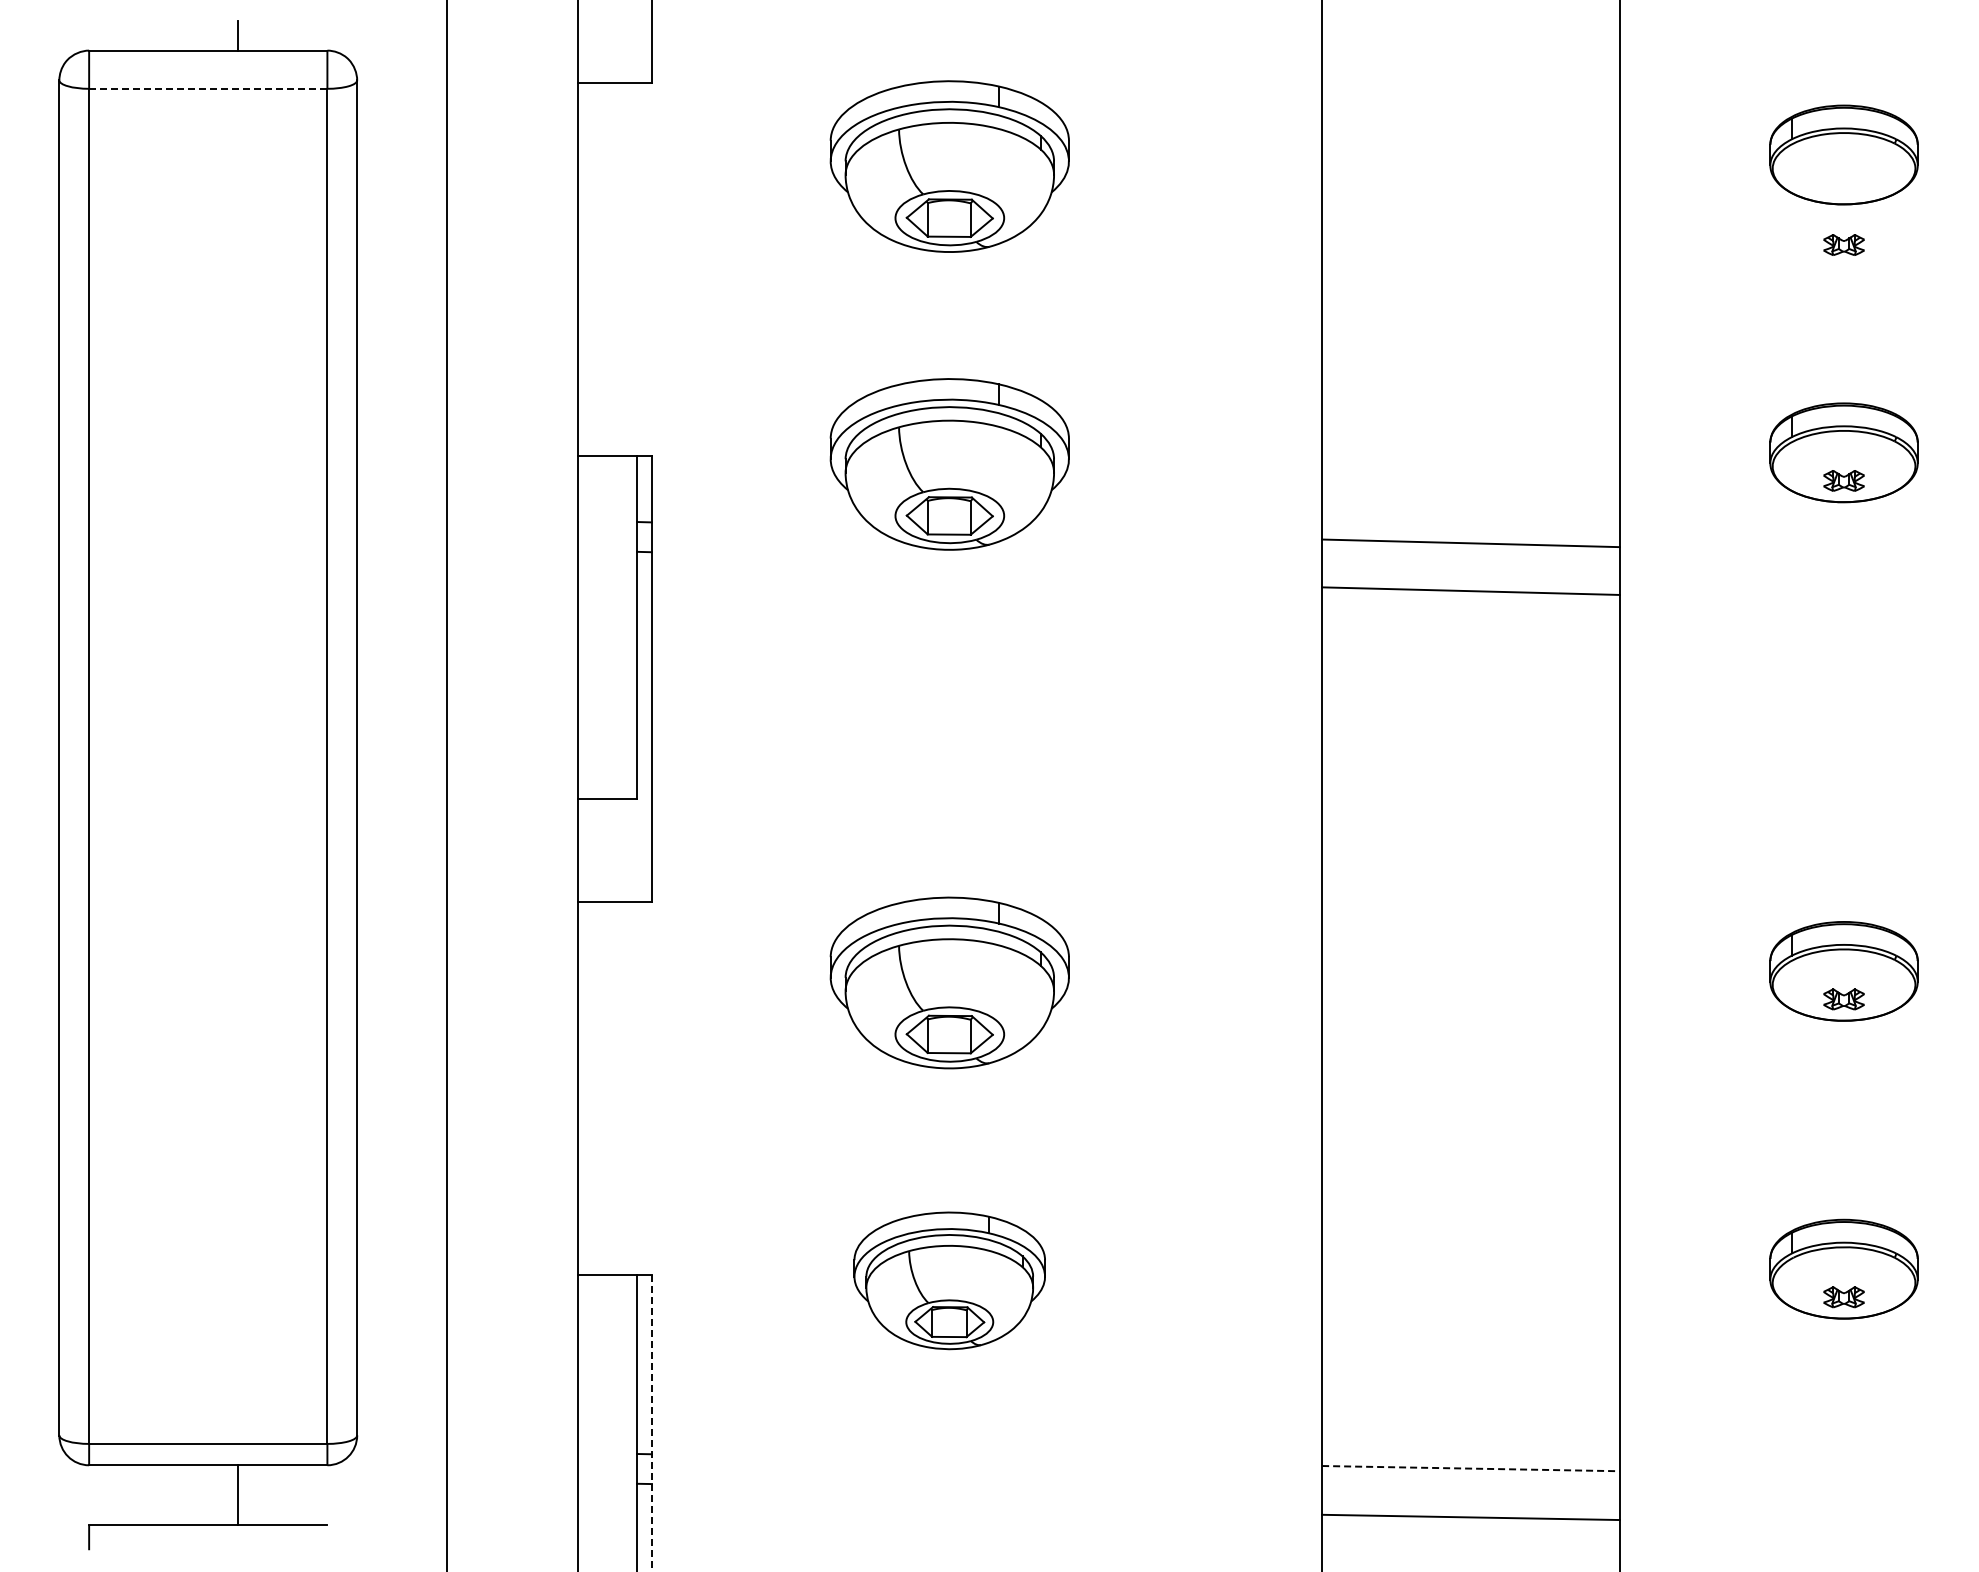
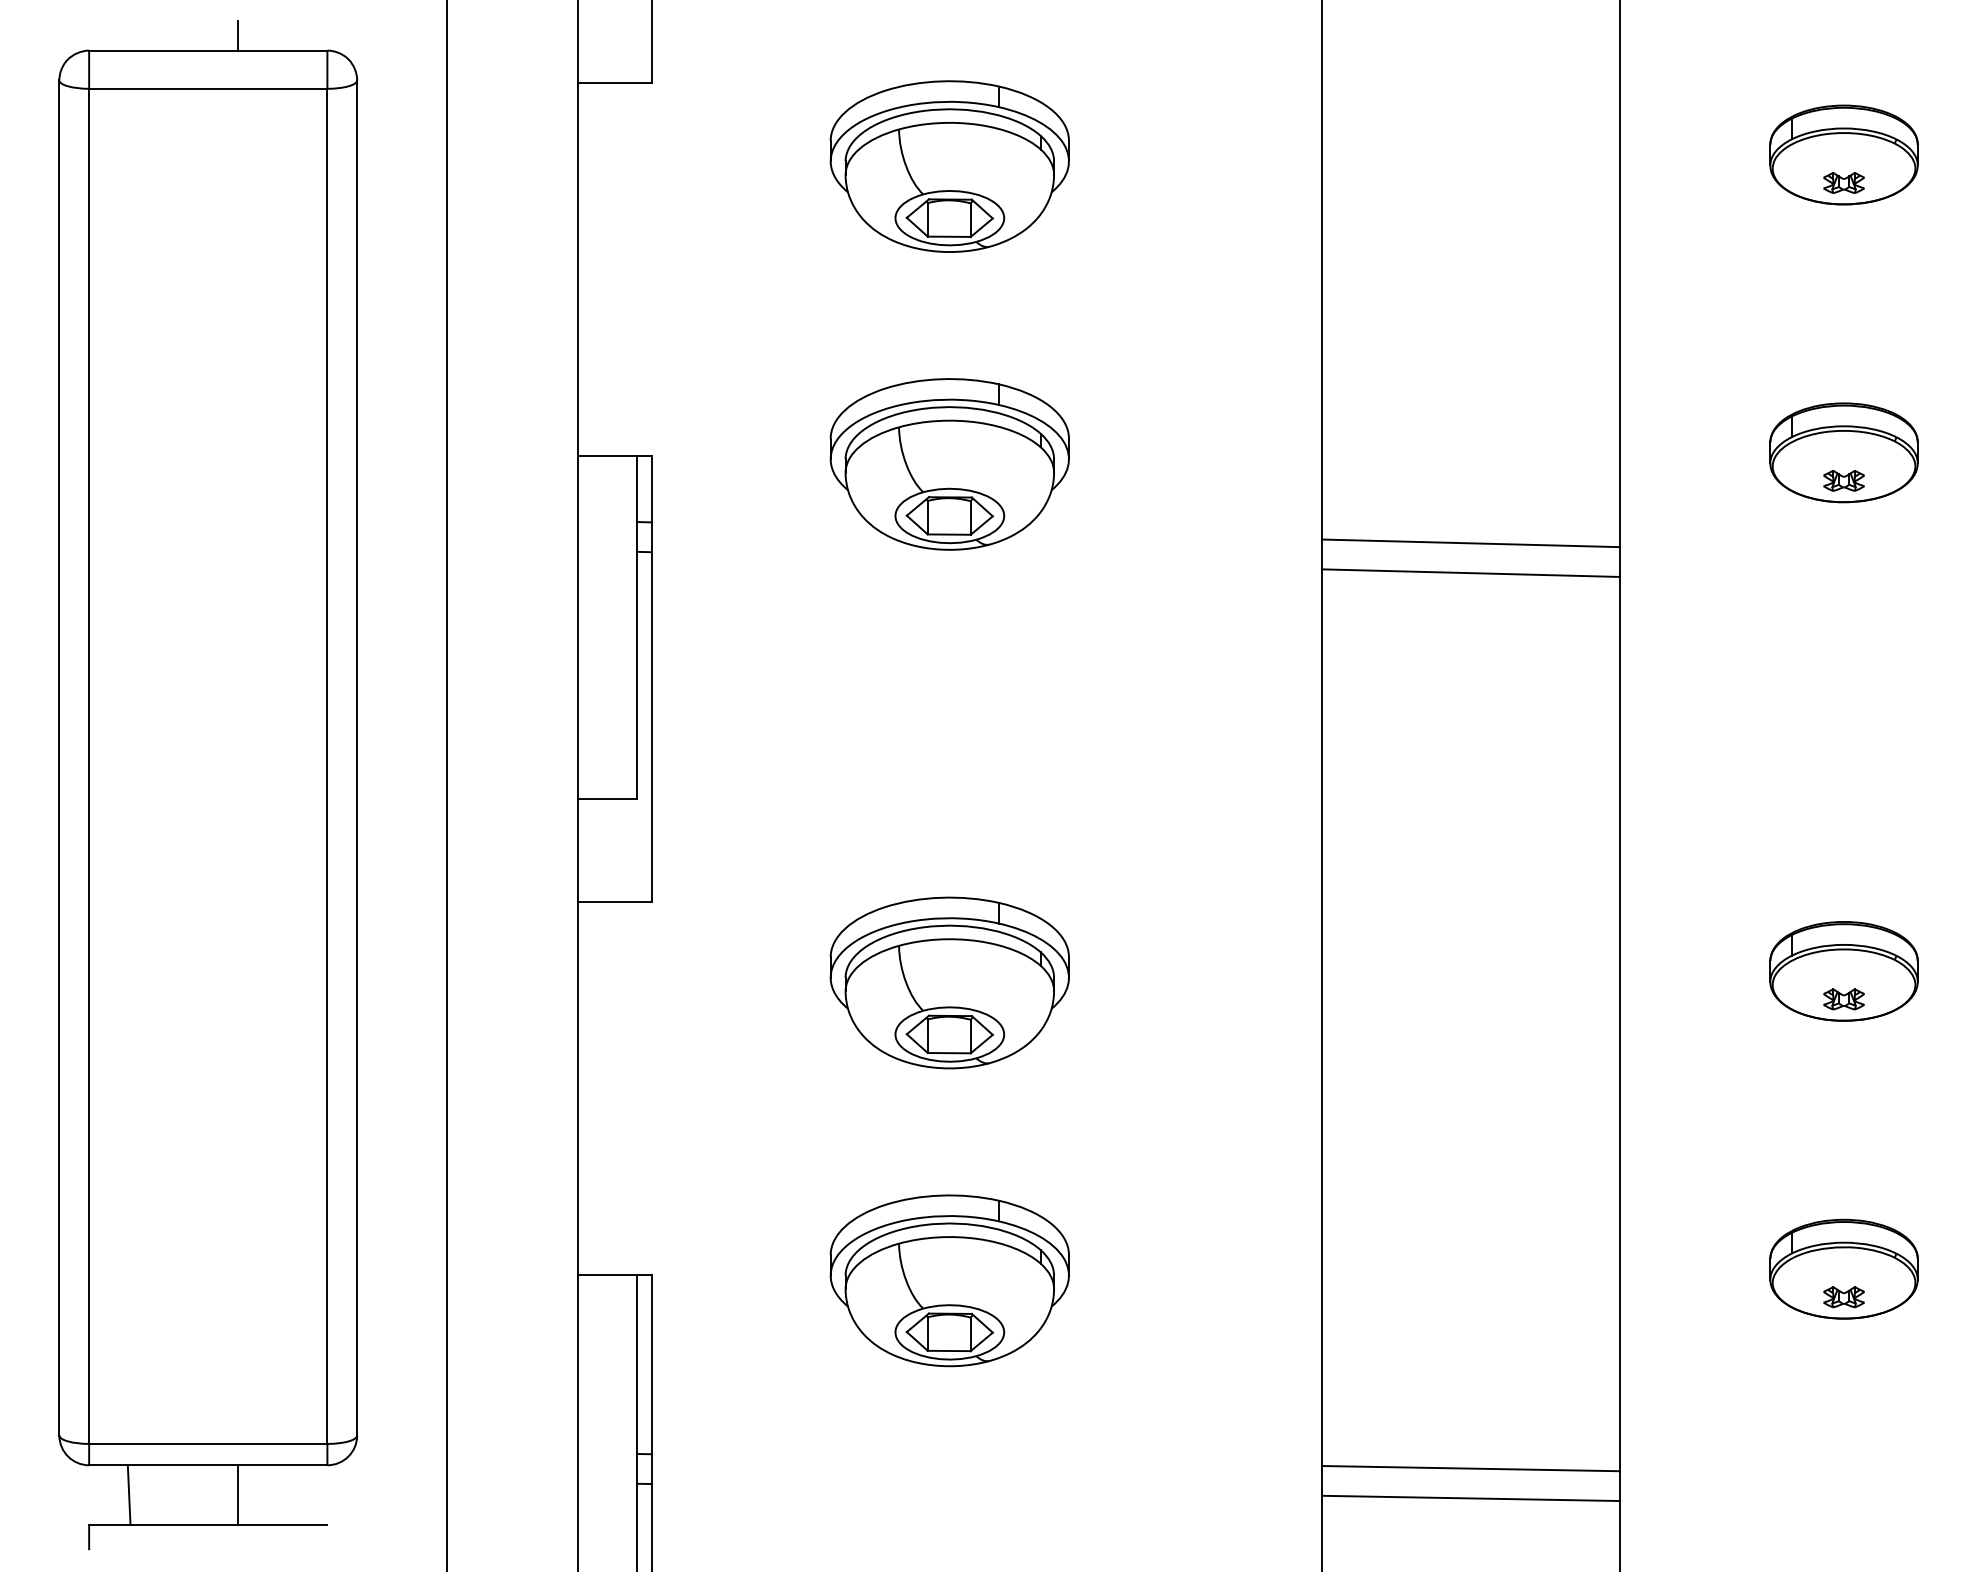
line at (208, 88): dashed -> solid
part at (1843, 244) position: (1843, 244) -> (1843, 182)
line at (1470, 590) position: (1470, 590) -> (1470, 572)
part at (949, 1280) size: 193x140 px -> 241x174 px
line at (652, 1423): dashed -> solid
line at (1471, 1468): dashed -> solid
line at (128, 1494): none -> present
line at (1470, 1517) position: (1470, 1517) -> (1470, 1498)
